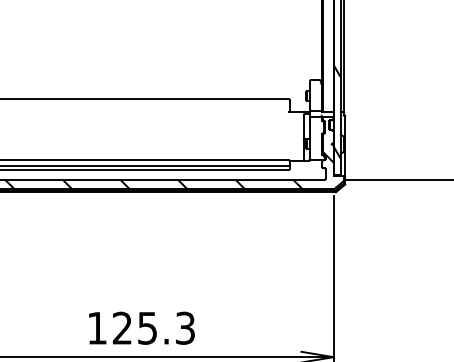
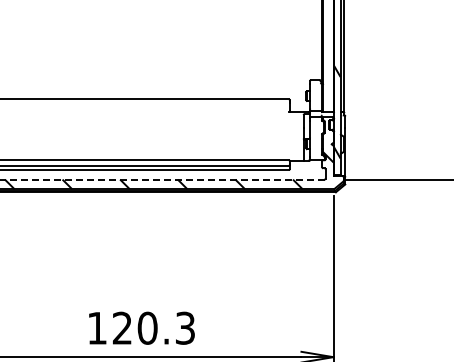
line at (161, 179): solid -> dashed
text at (147, 327): 125.3 -> 120.3
